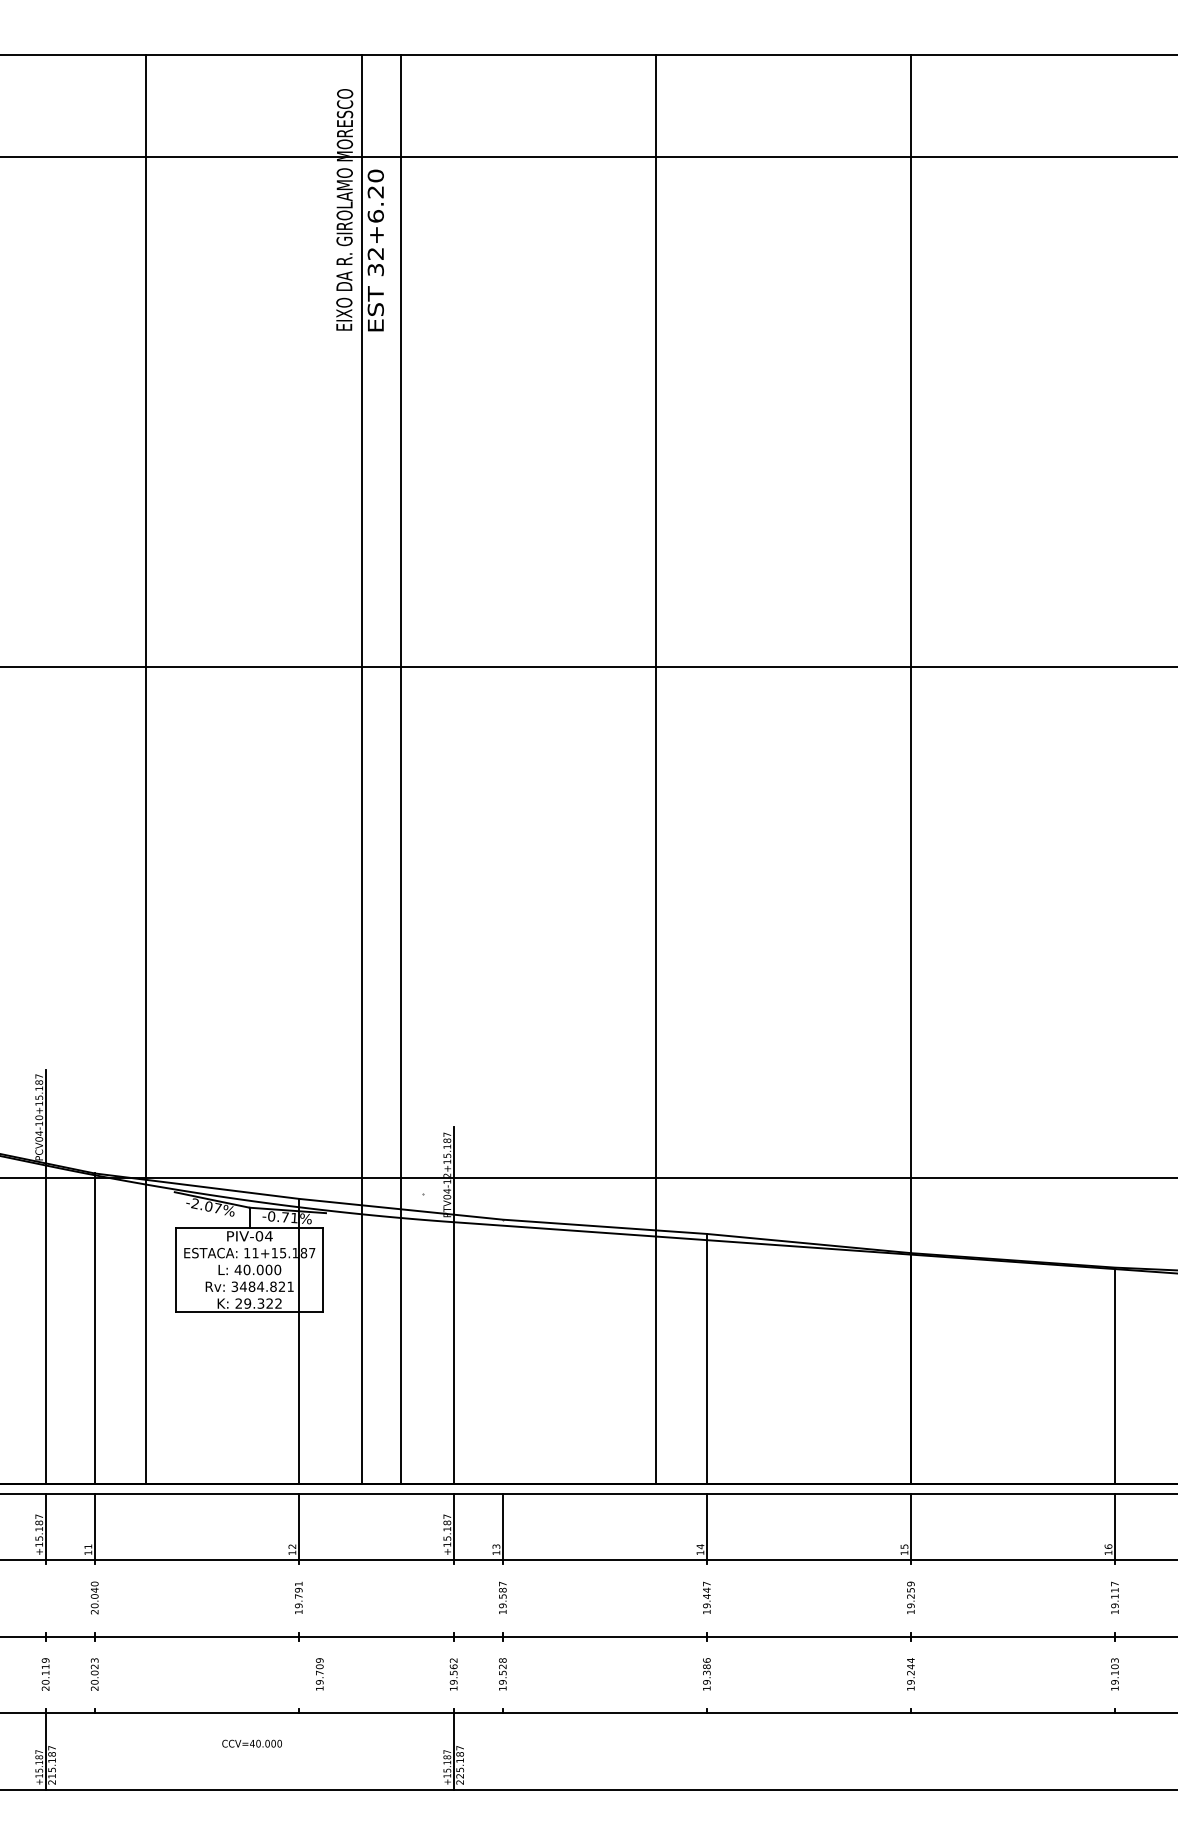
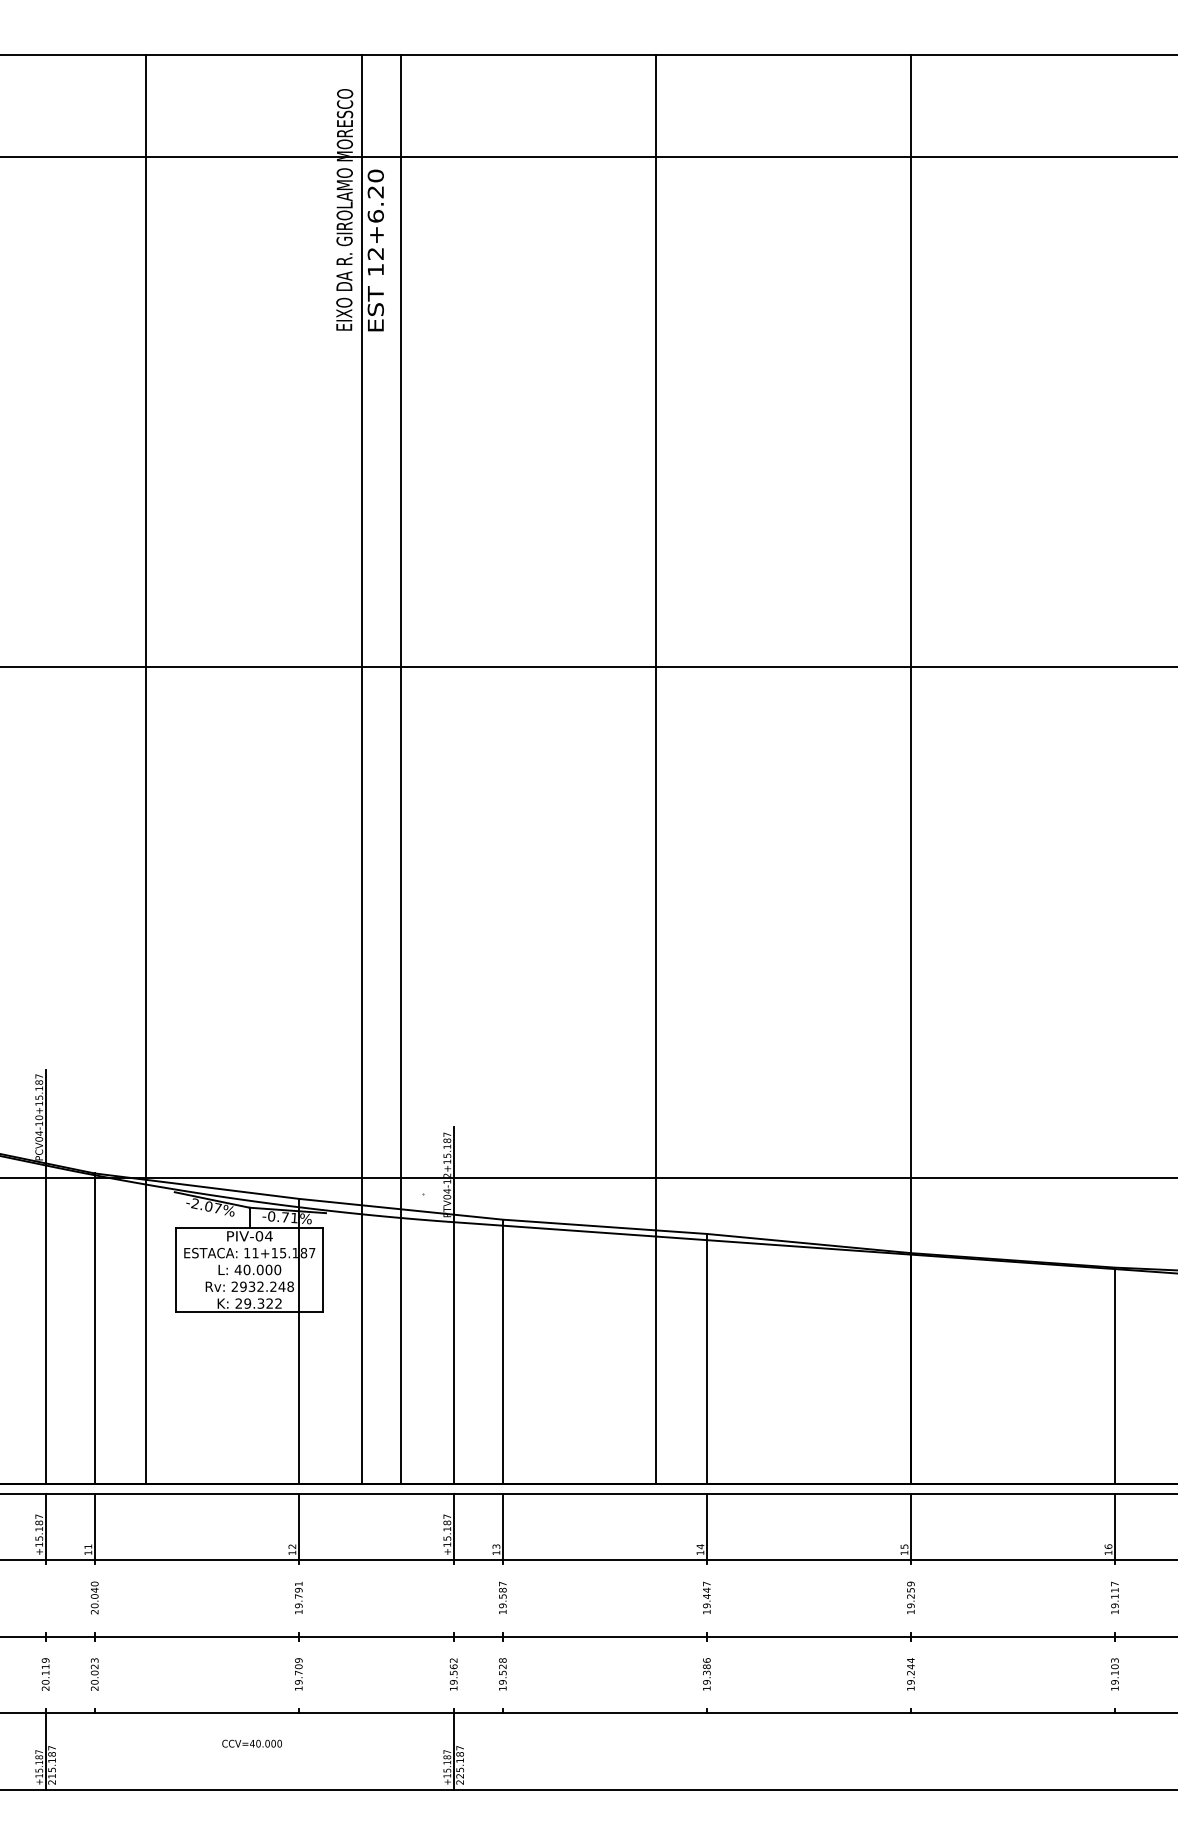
text at (375, 270): 32+6.20 -> 12+6.20
text at (262, 1286): 3484.821 -> 2932.248
line at (502, 1351): none -> present
text at (319, 1674) position: (319, 1674) -> (298, 1674)
